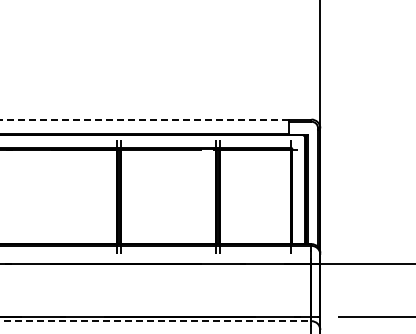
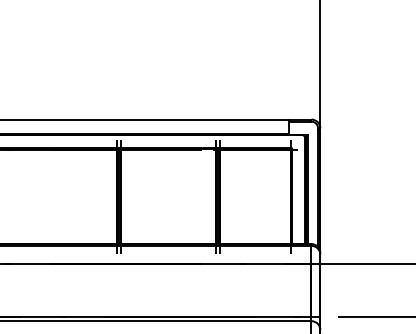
line at (144, 119): dashed -> solid
line at (156, 321): dashed -> solid
